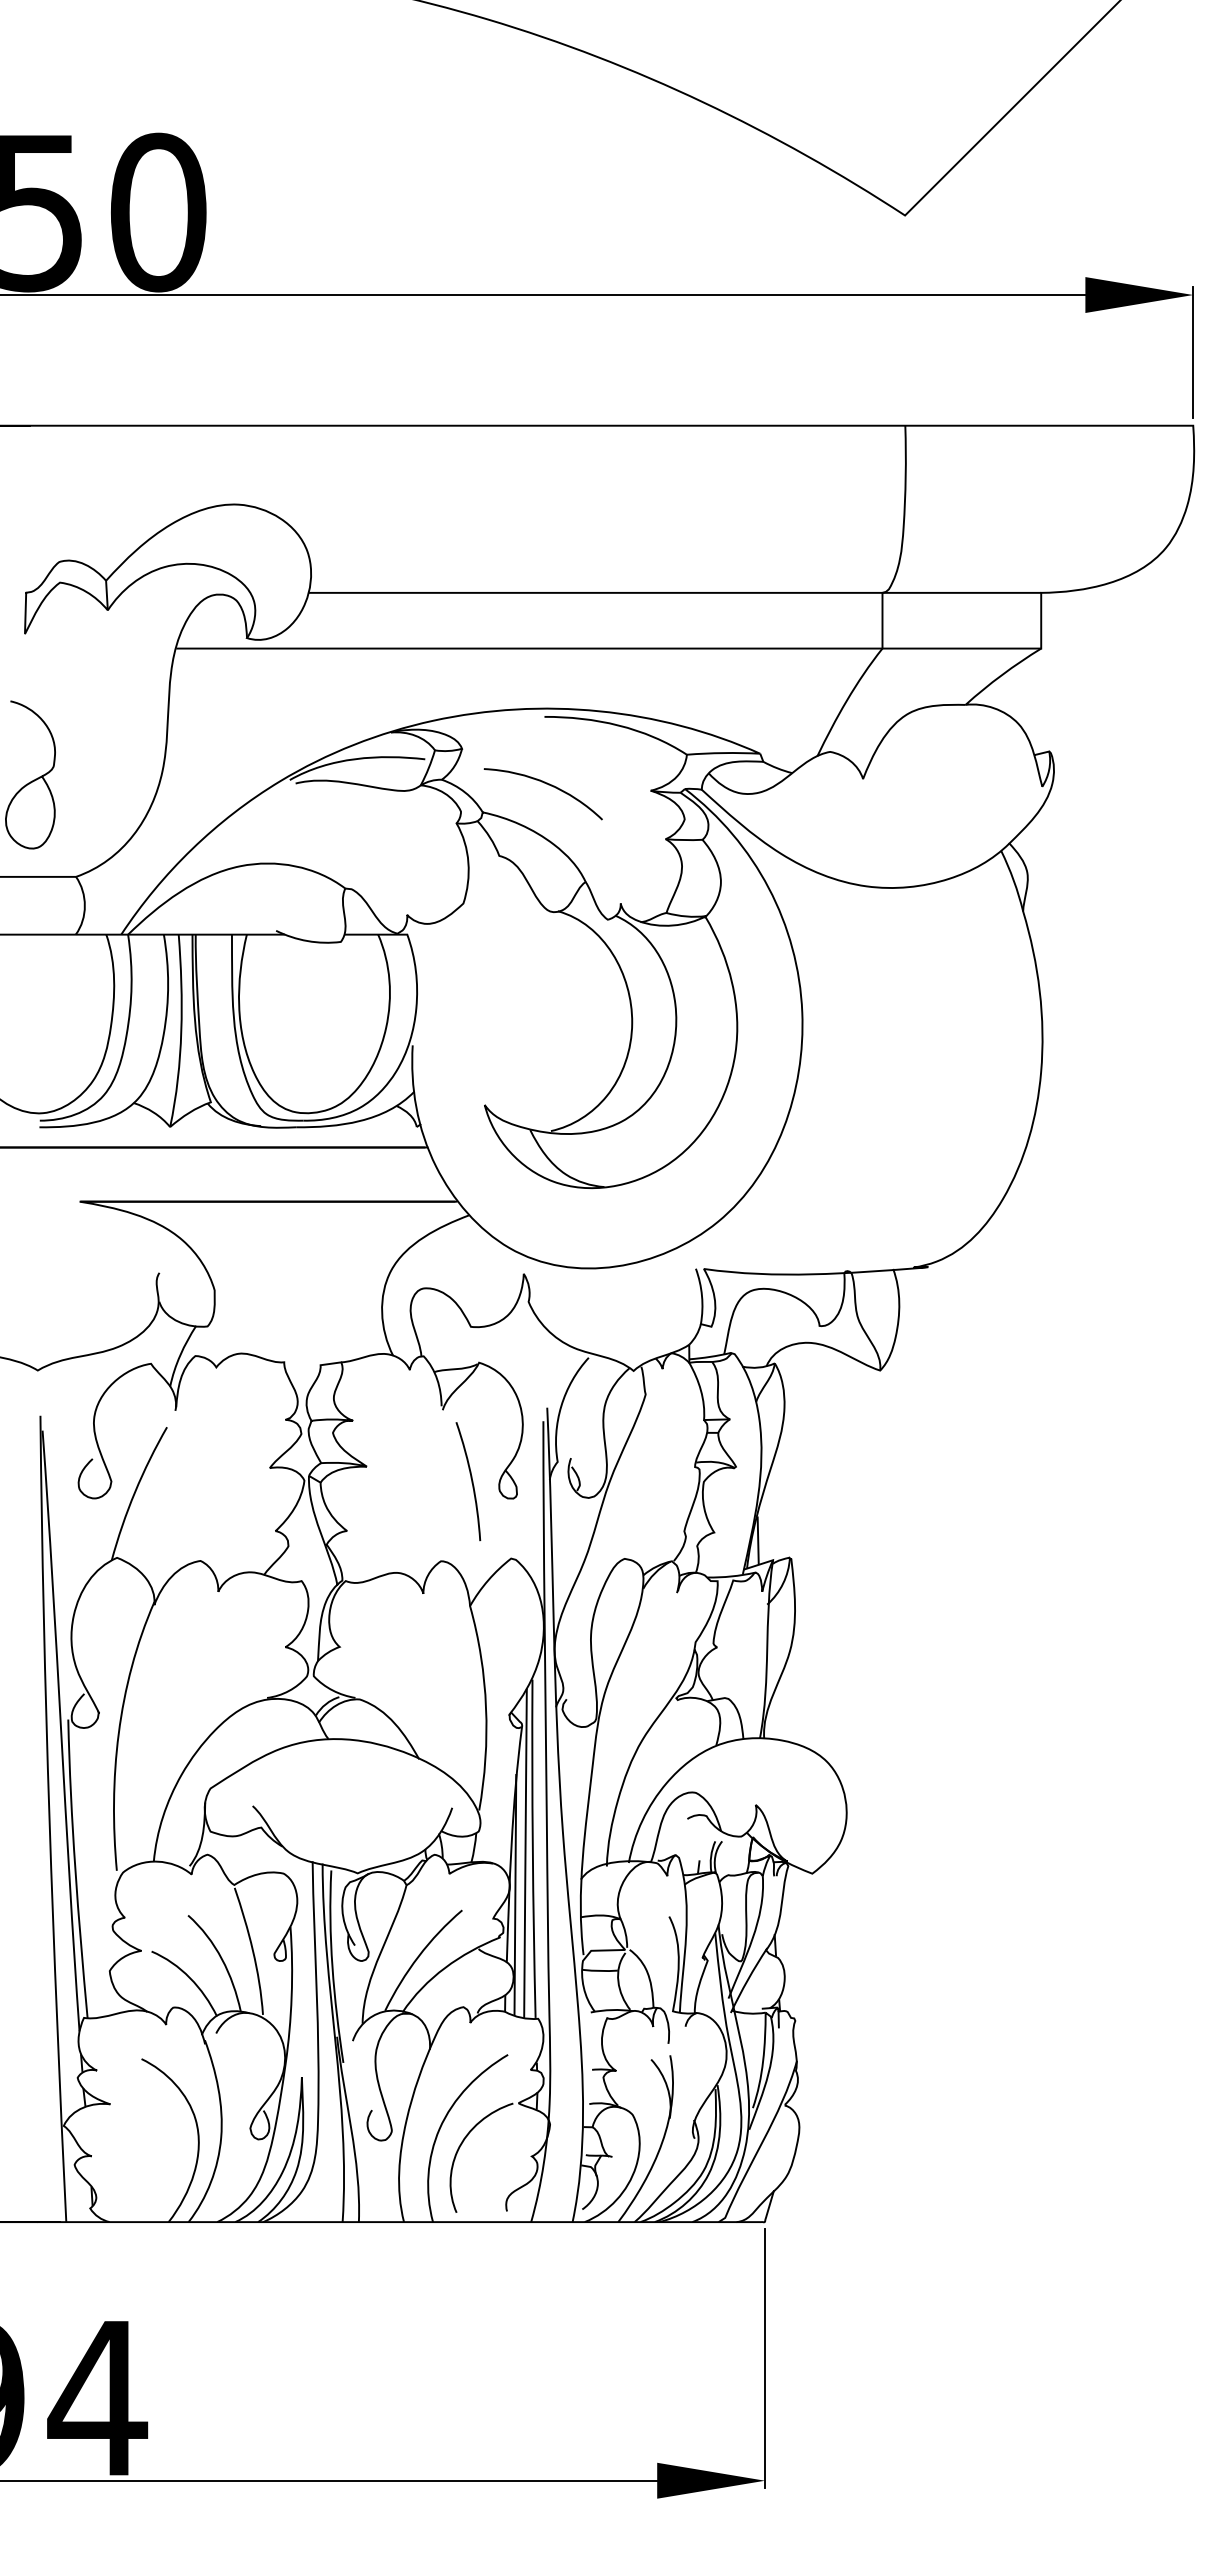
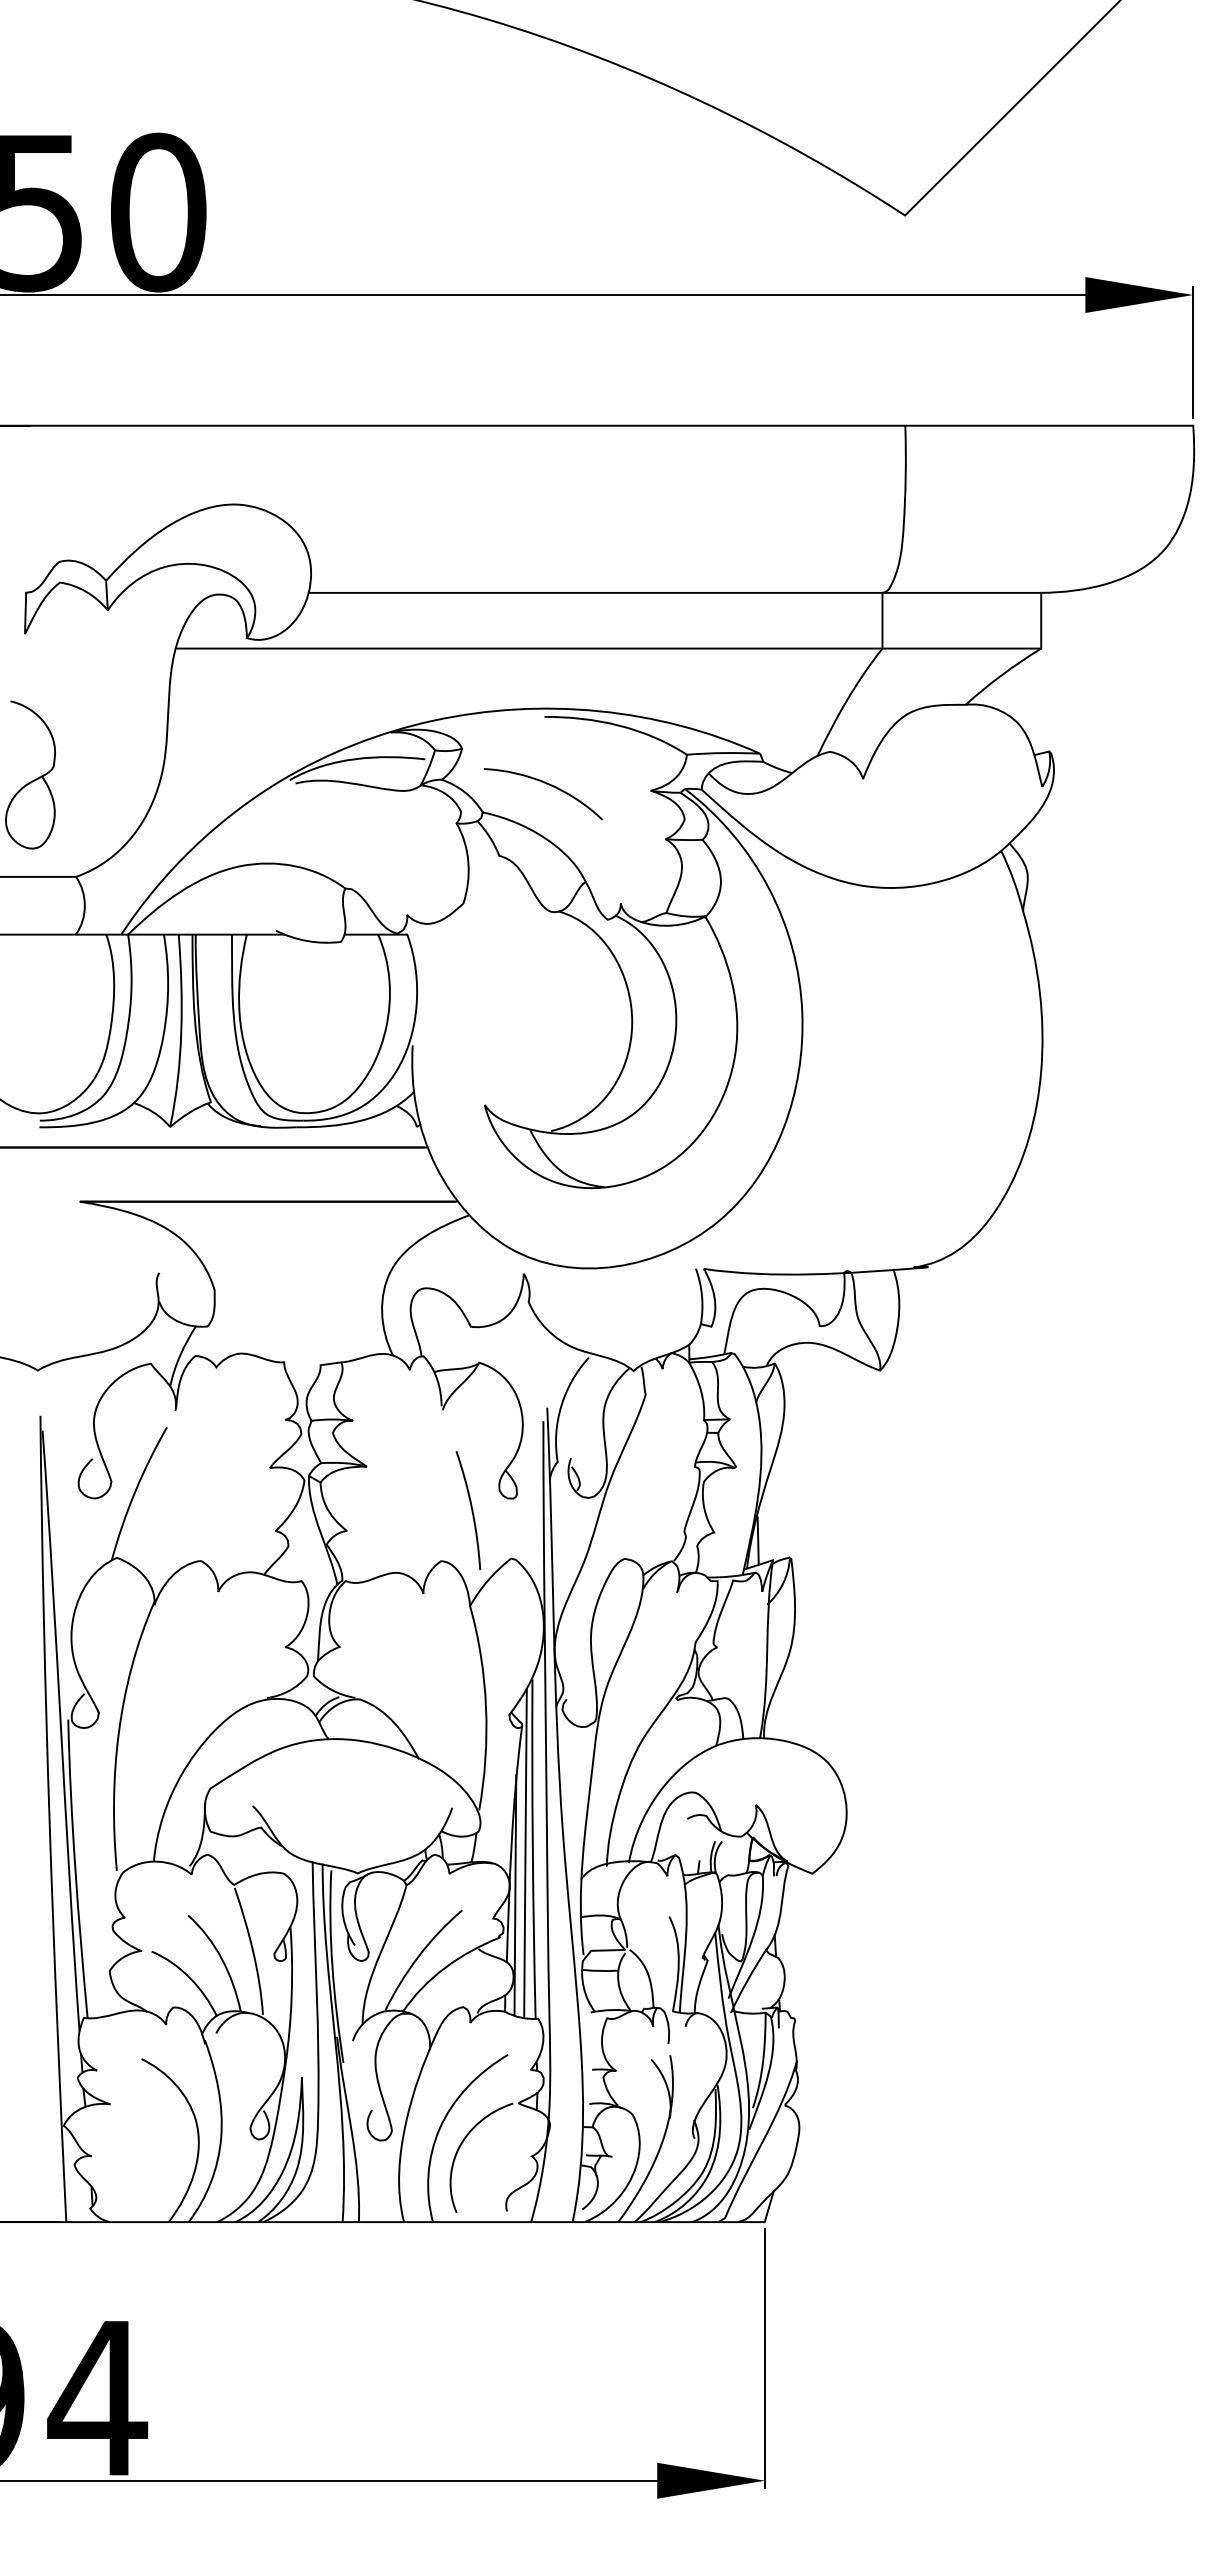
curve at (471, 1481) position: (471, 1481) -> (471, 1510)
